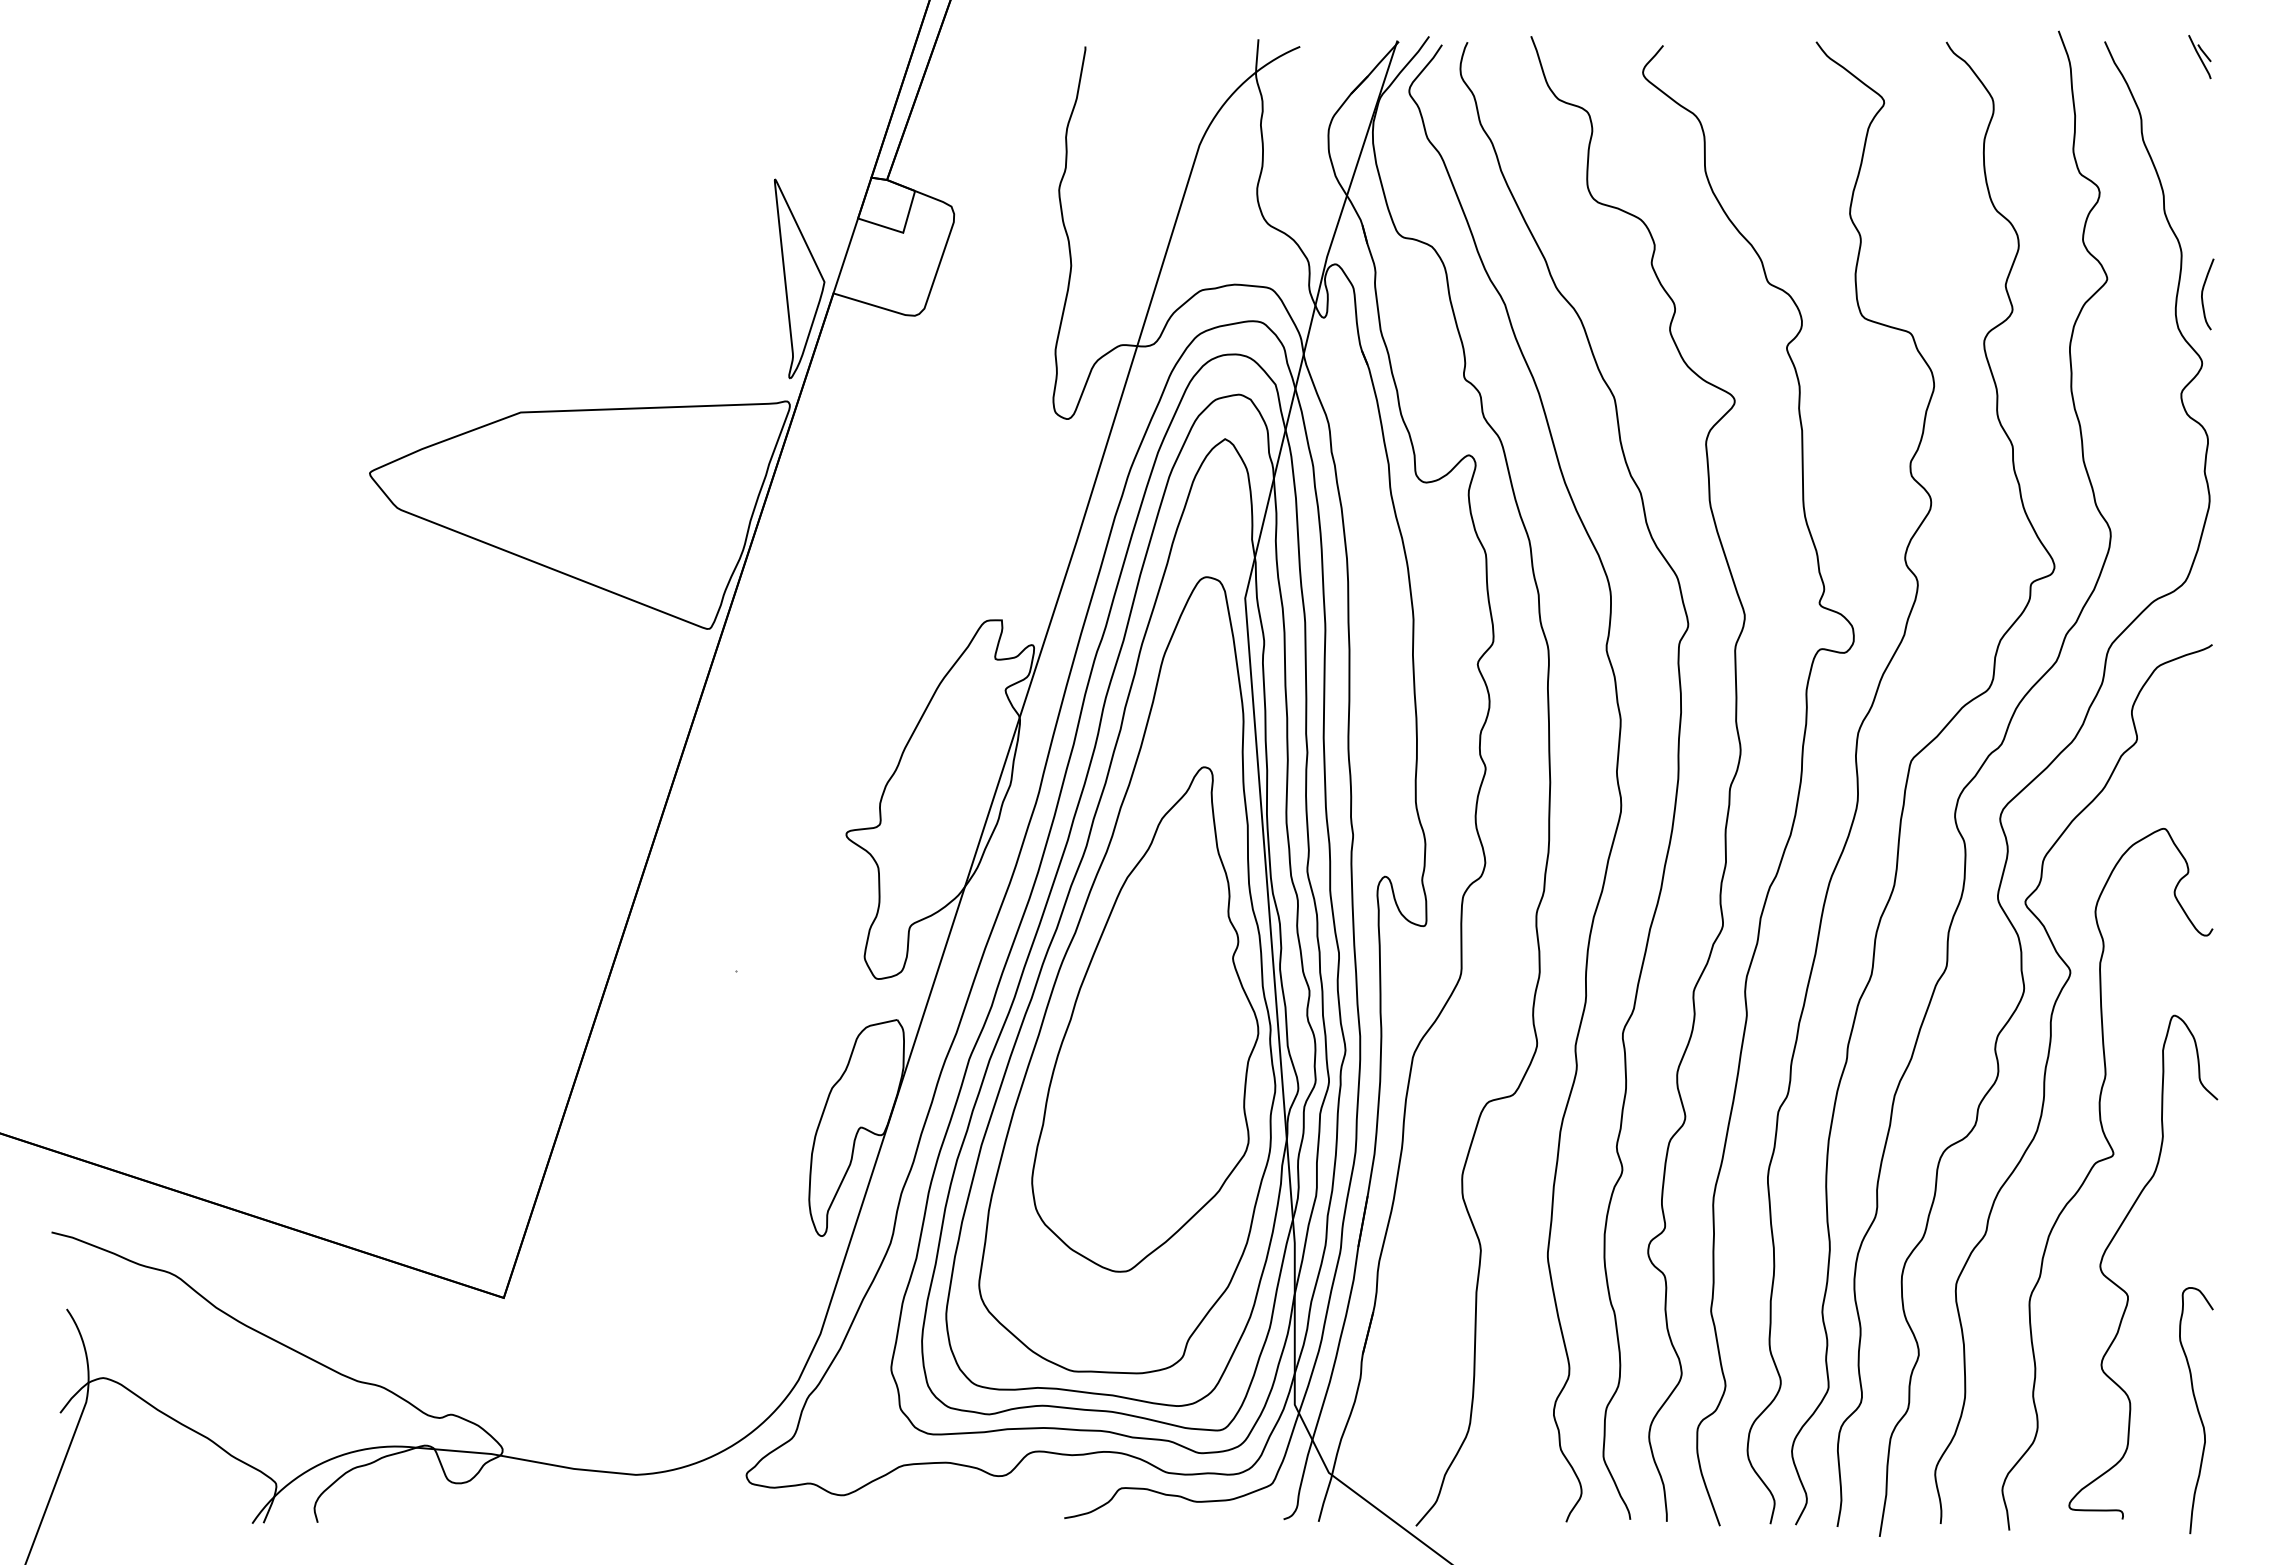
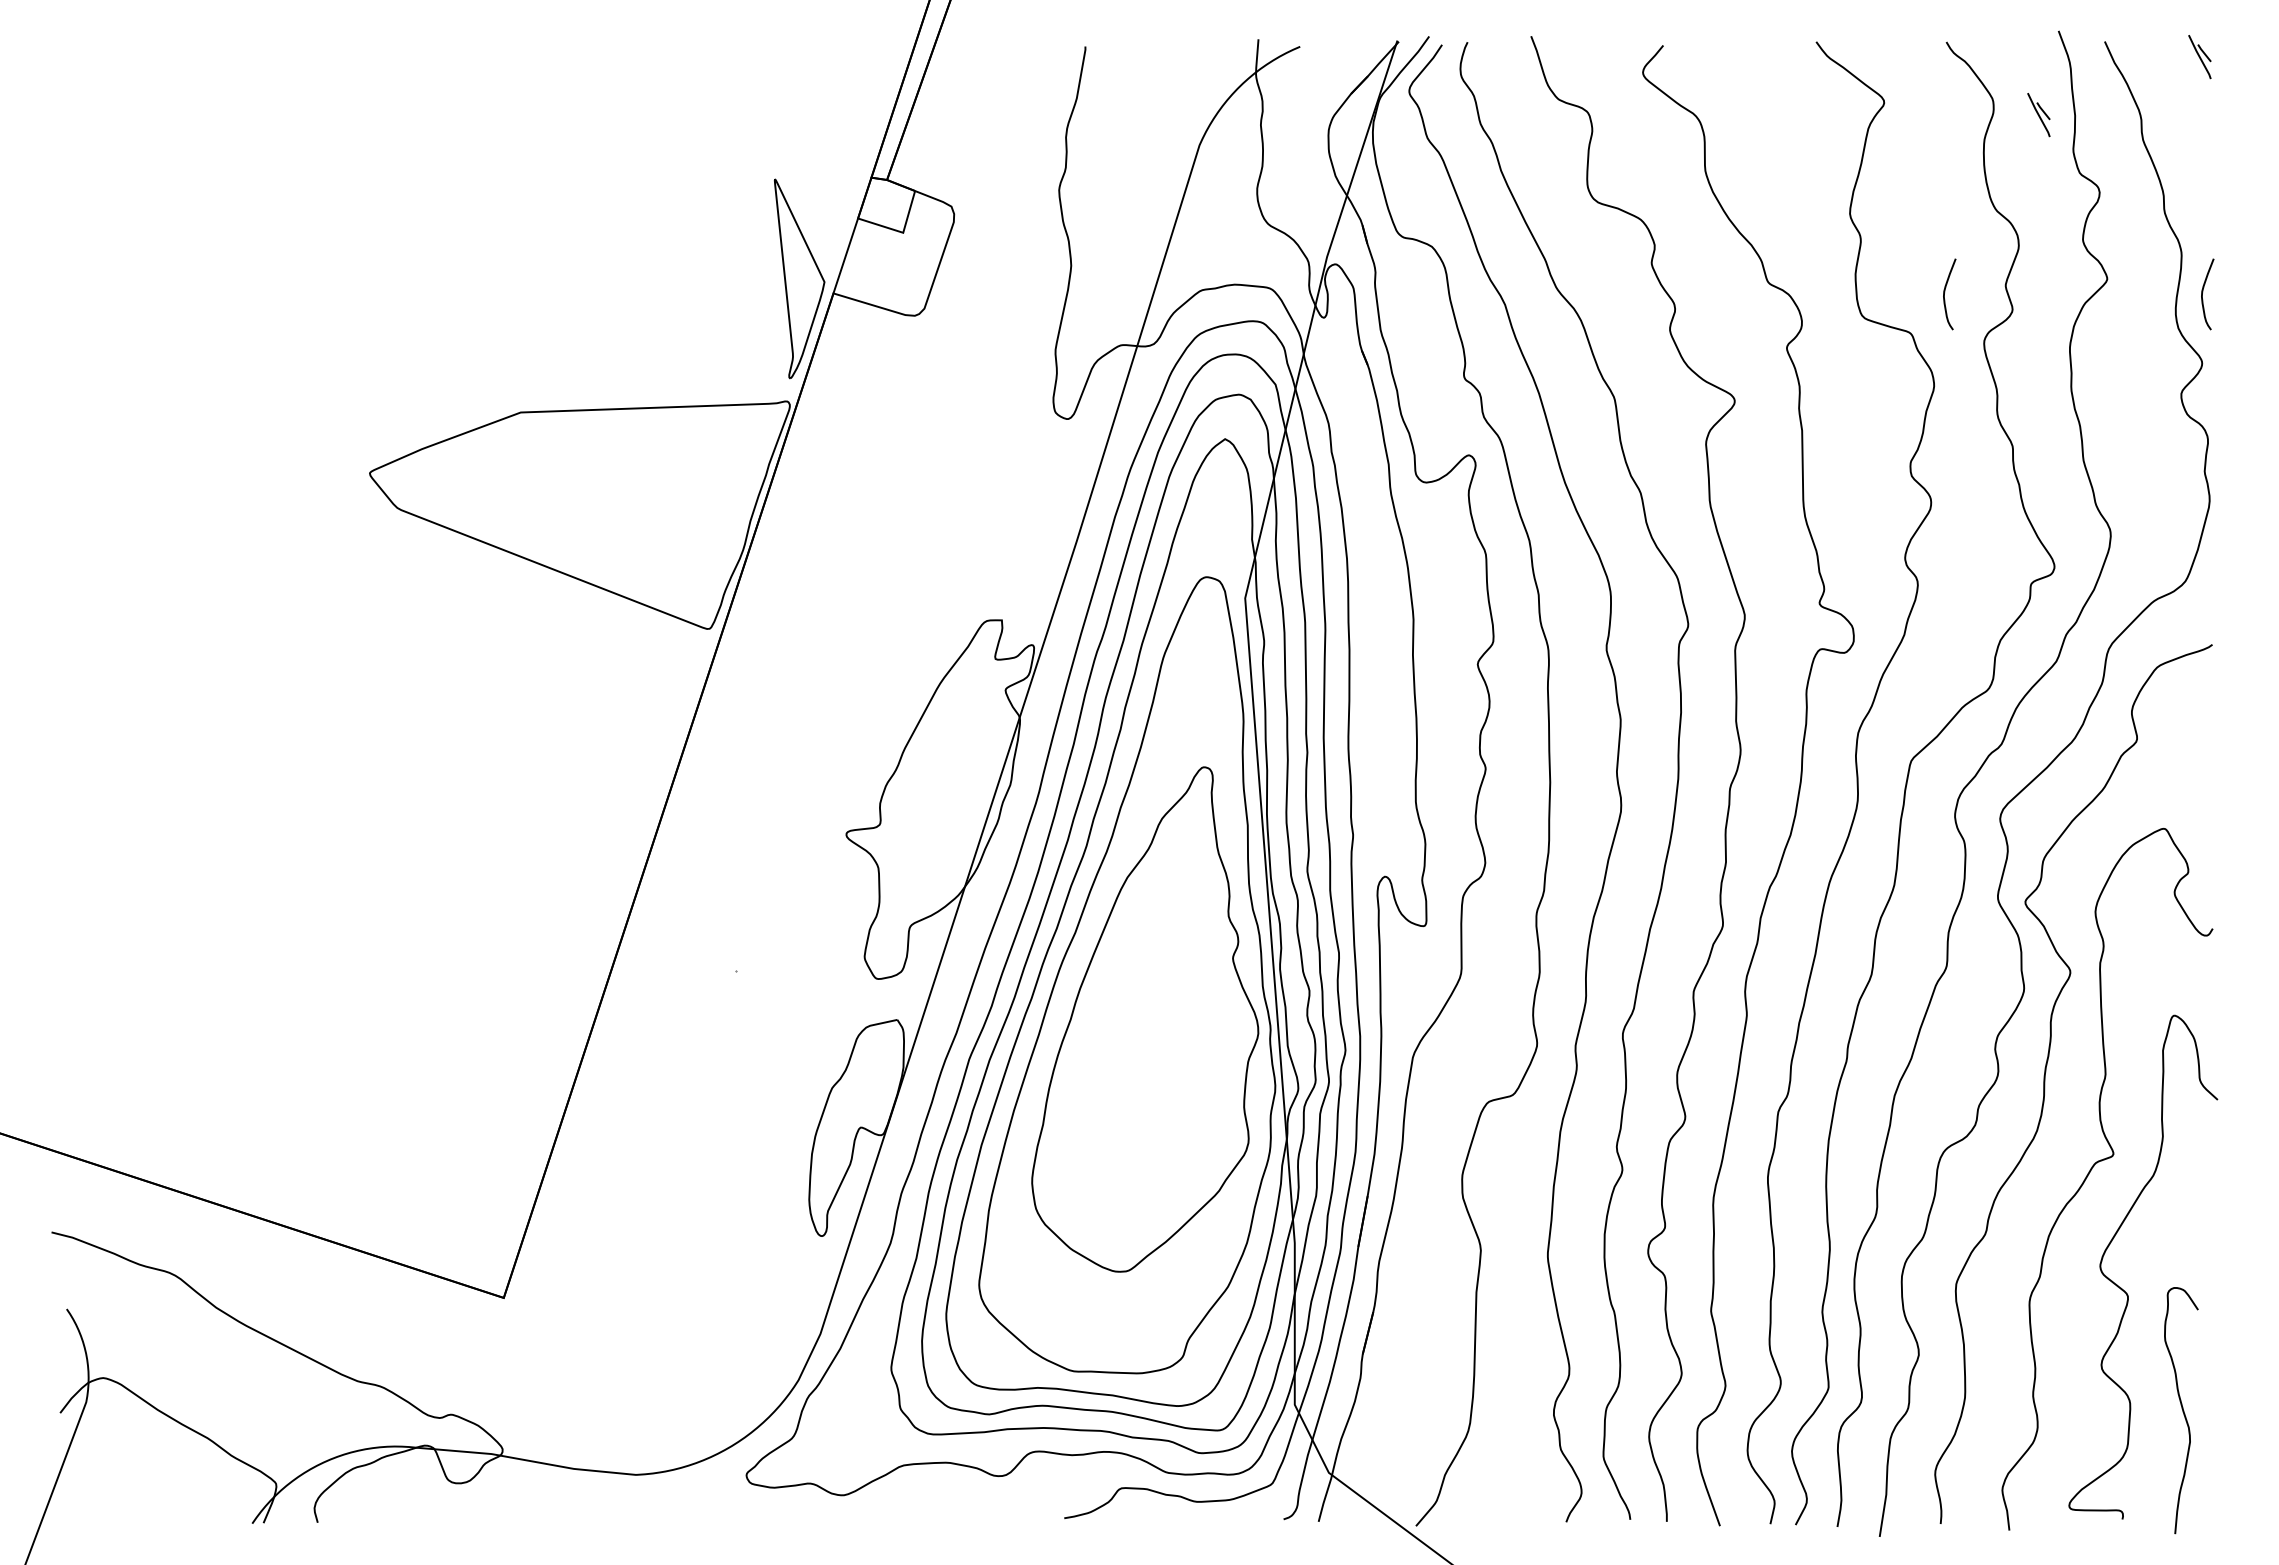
part at (2038, 115): none -> present
curve at (1945, 292): none -> present
curve at (2197, 1410) position: (2197, 1410) -> (2182, 1410)
